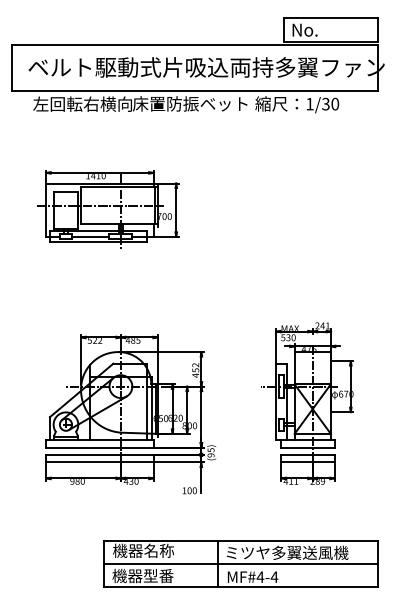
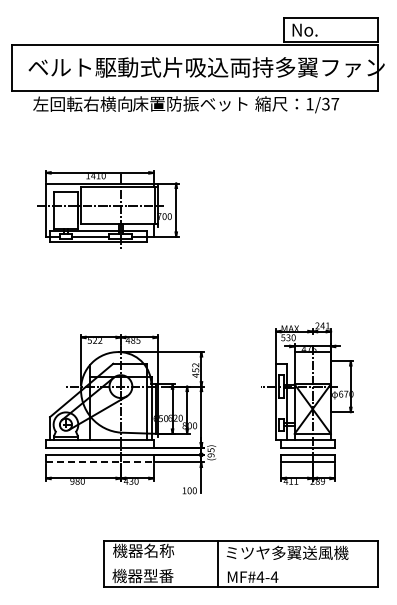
text at (335, 103): 1/30 -> 1/37
line at (99, 462): solid -> dashed
line at (240, 563): present -> none
